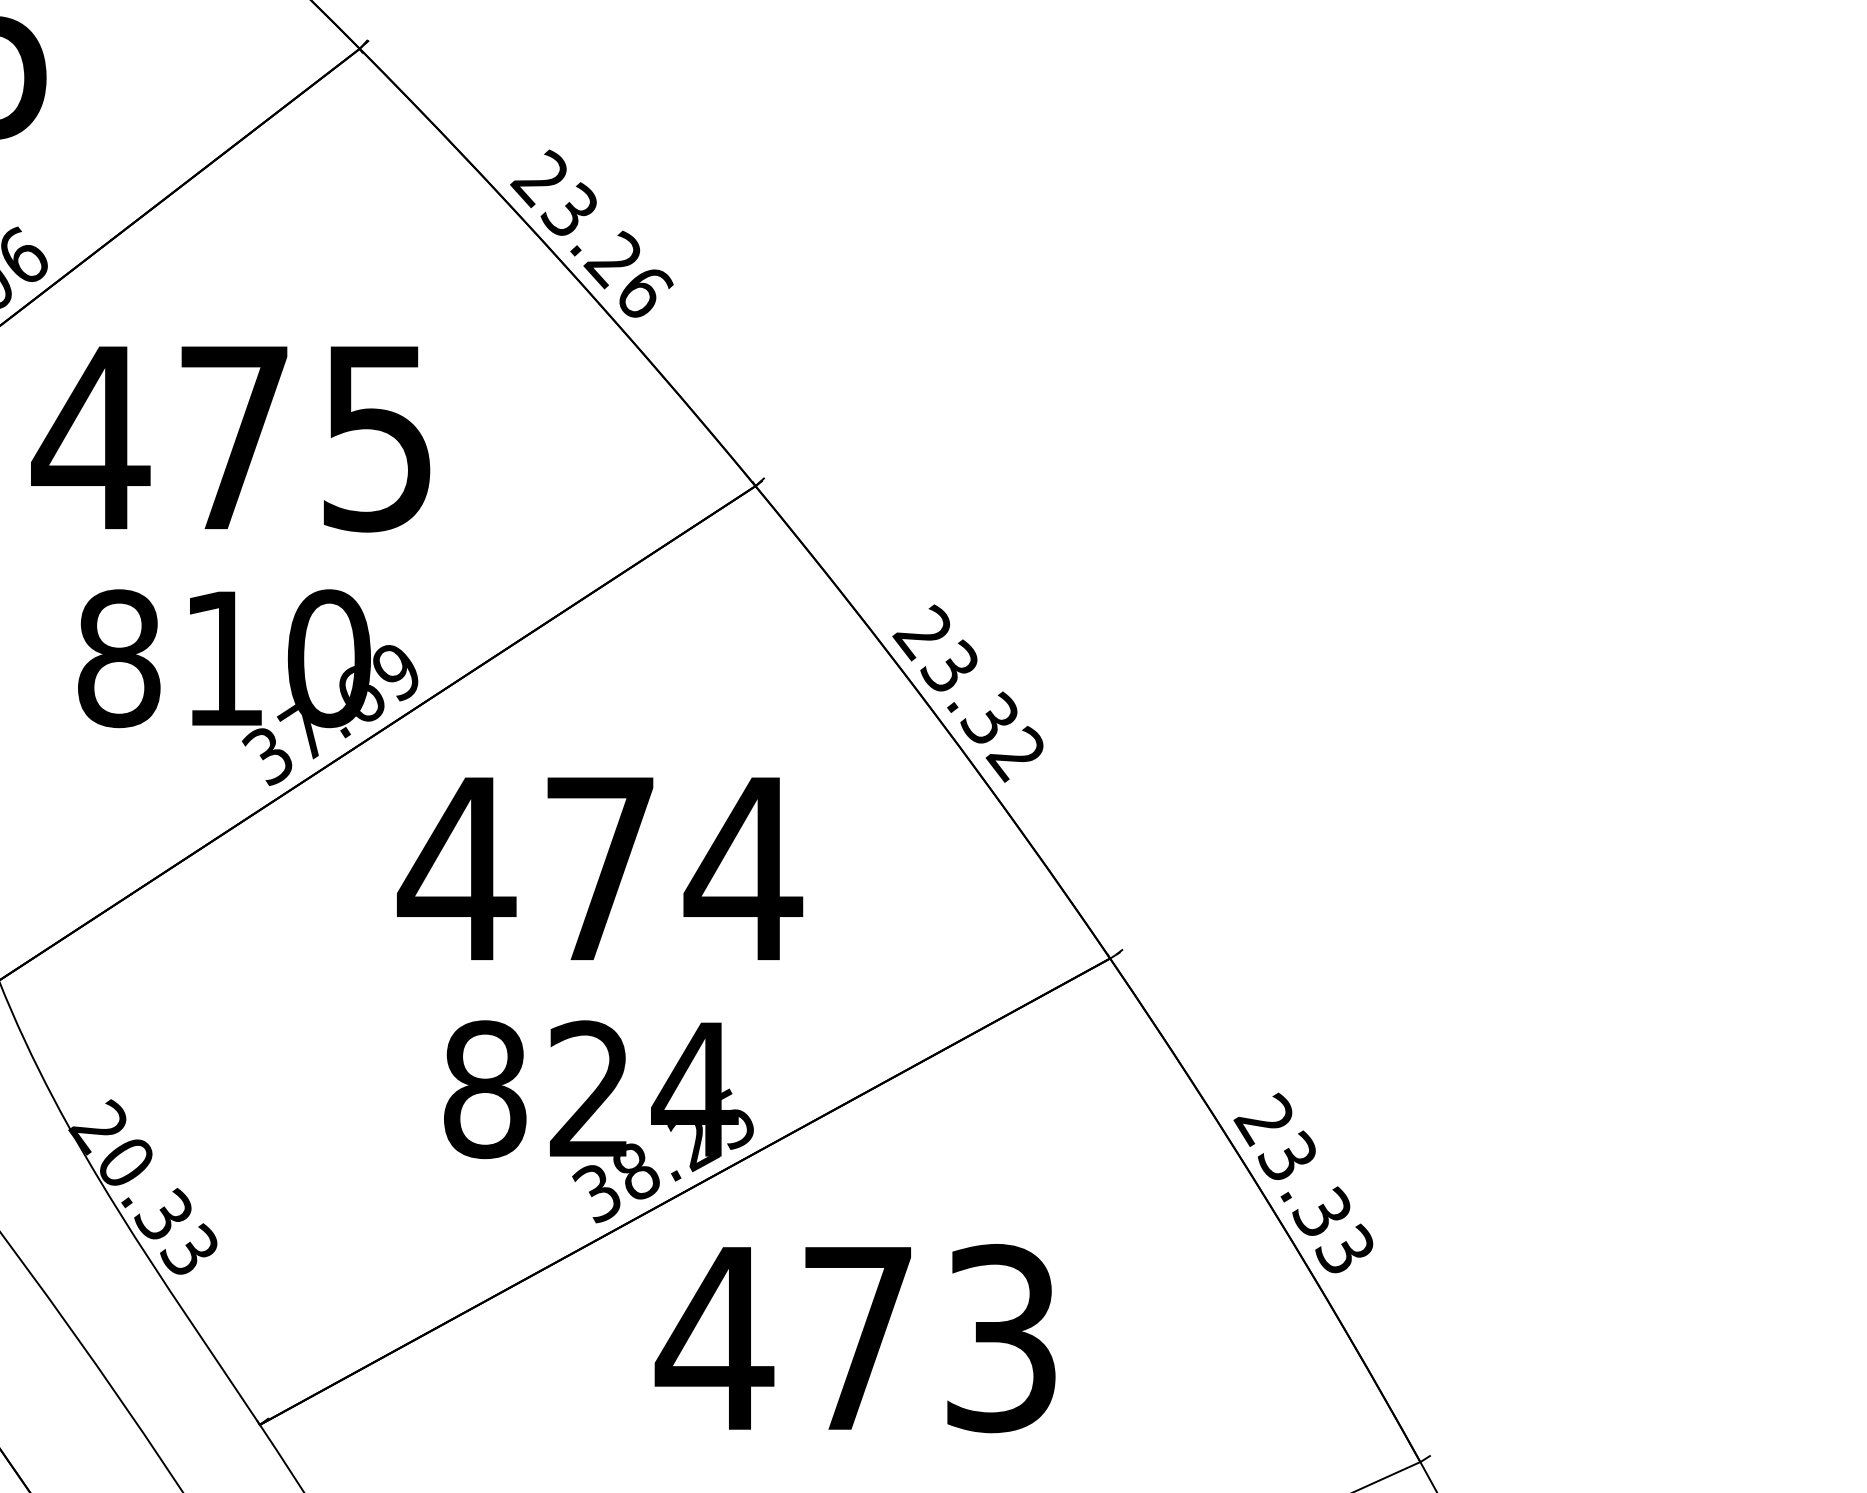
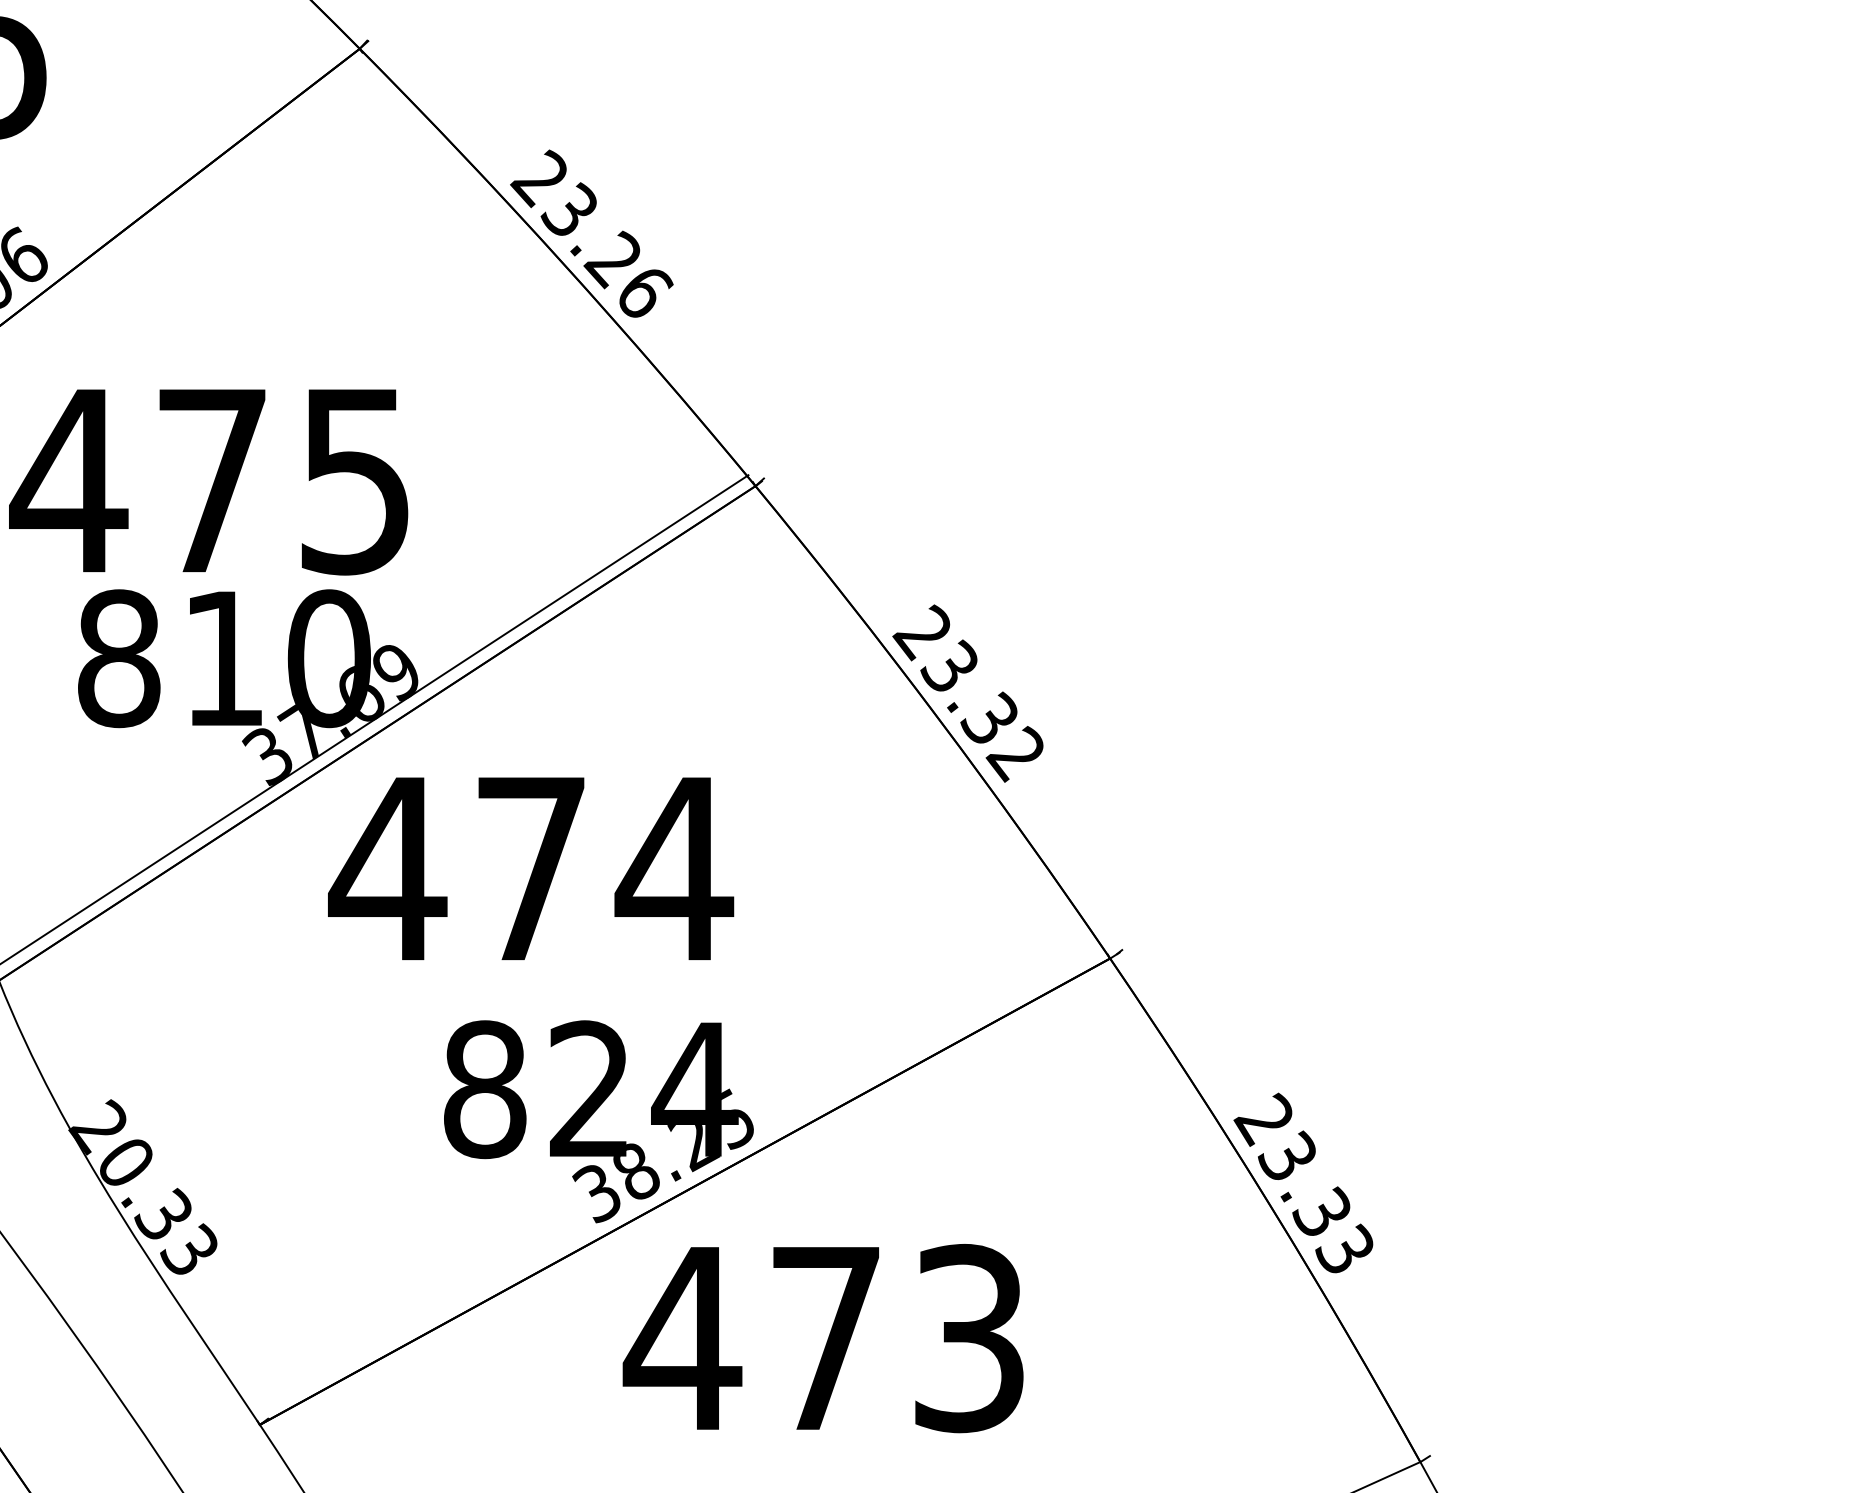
text at (230, 439) position: (230, 439) -> (208, 482)
line at (378, 732) position: (378, 732) -> (375, 719)
text at (600, 868) position: (600, 868) -> (531, 868)
text at (854, 1338) position: (854, 1338) -> (822, 1338)
